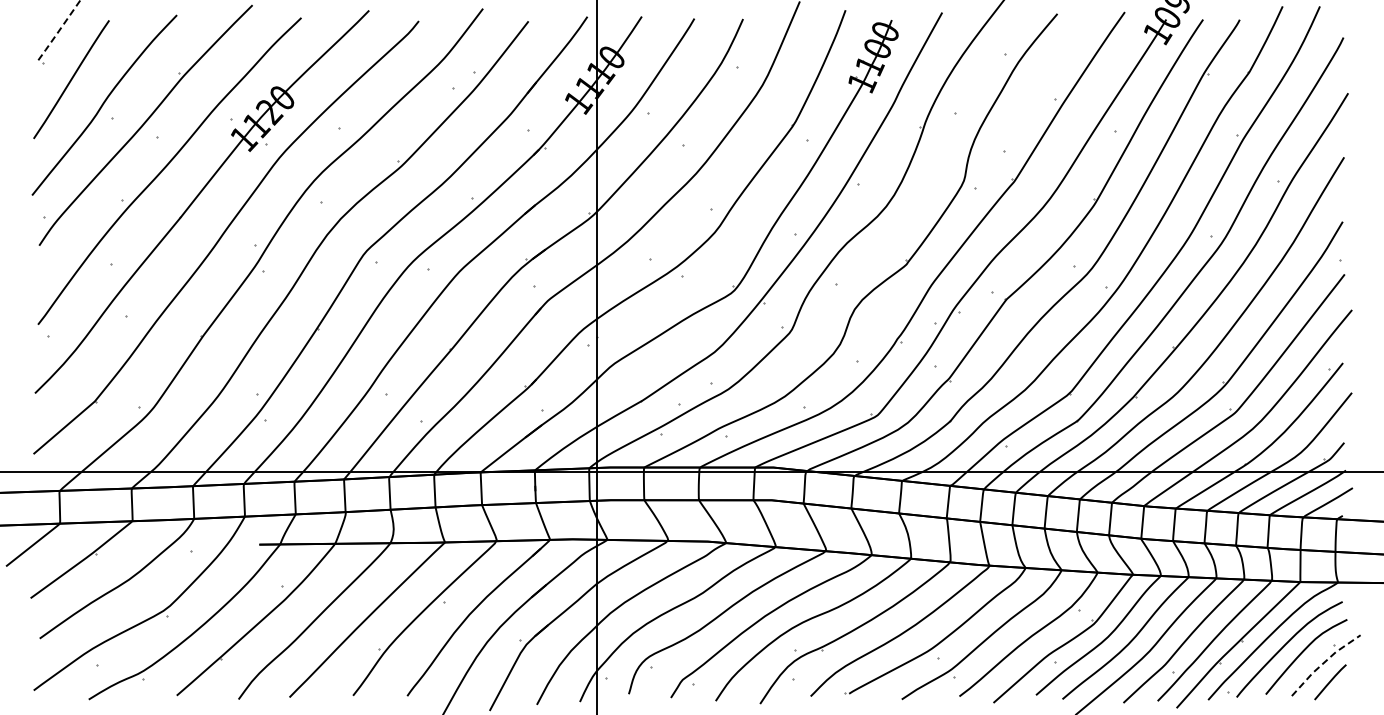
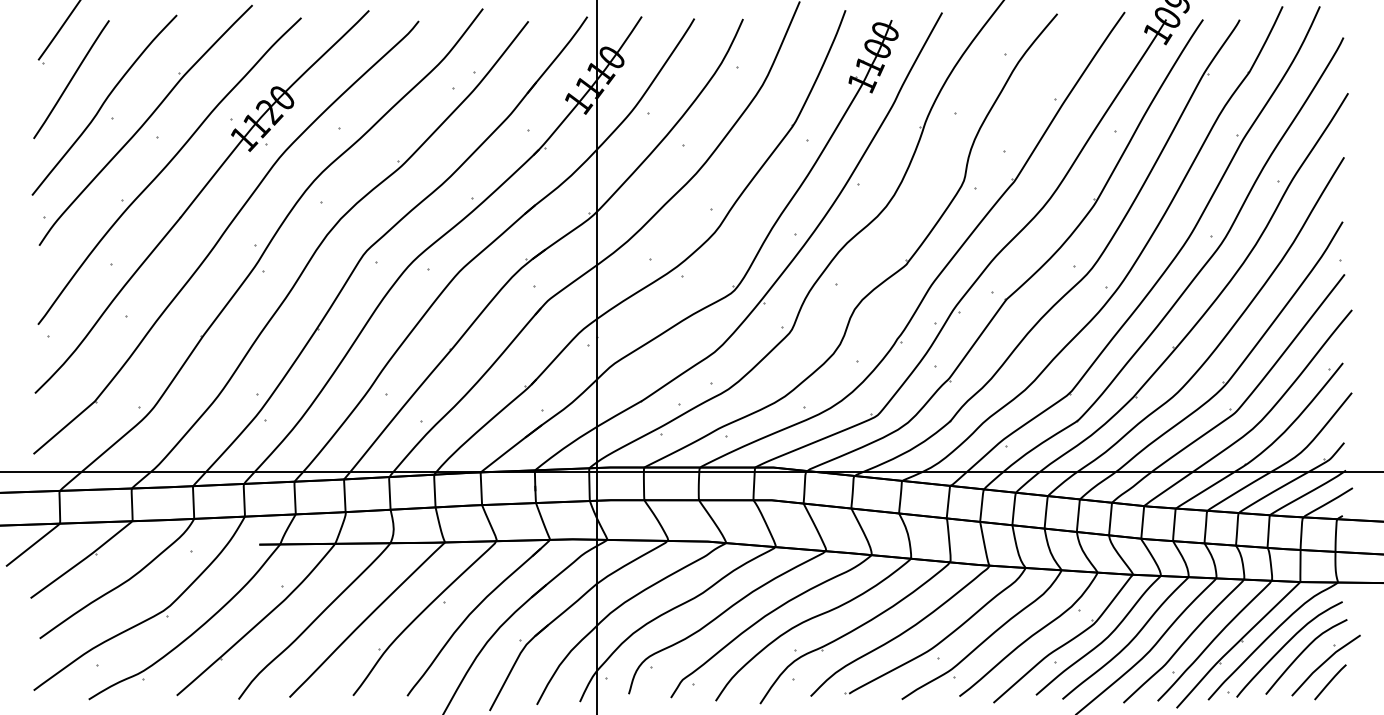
line at (58, 31): dashed -> solid
line at (1323, 663): dashed -> solid
